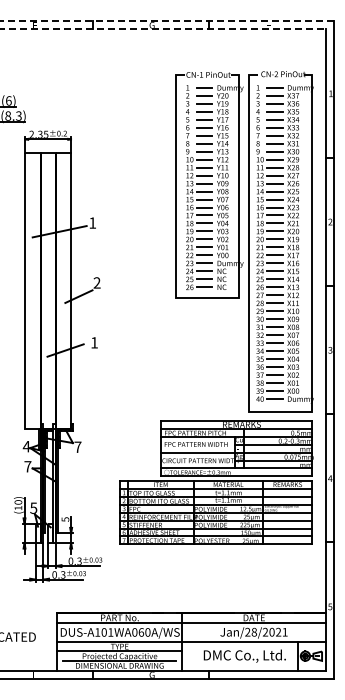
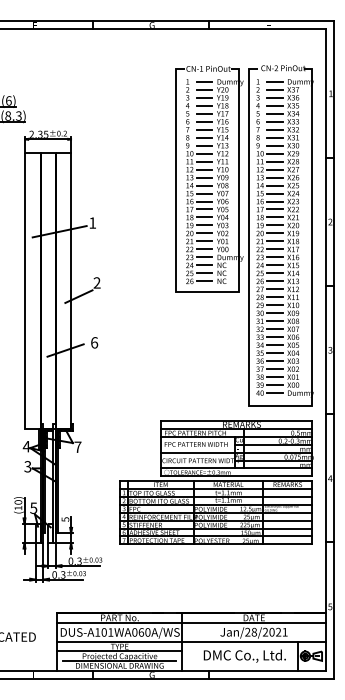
line at (167, 20): dashed -> solid
line at (163, 29): dashed -> solid
part at (244, 241) position: (244, 241) -> (244, 235)
text at (94, 342): 1 -> 6
text at (27, 466): 7 -> 3
